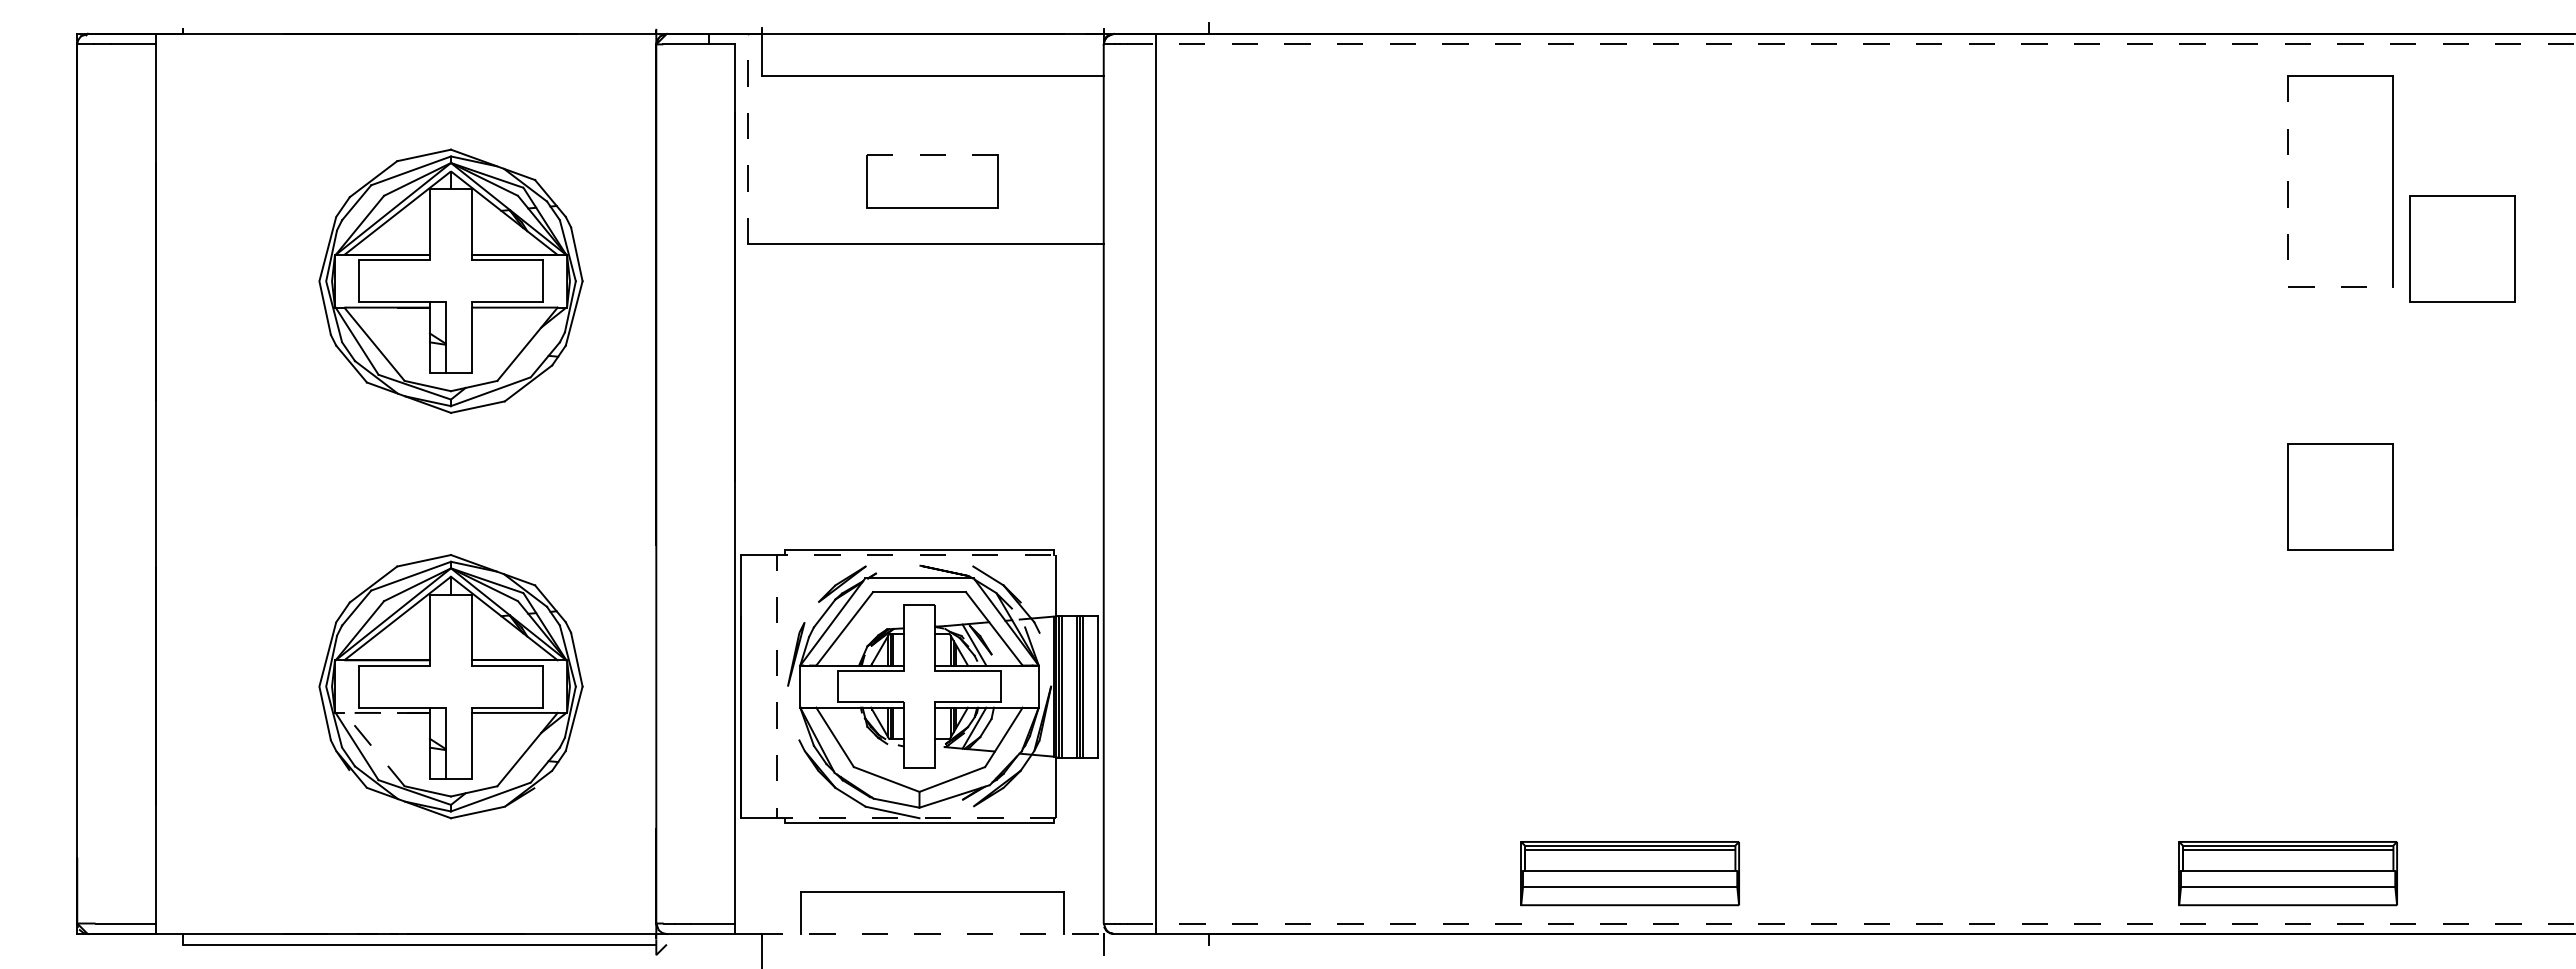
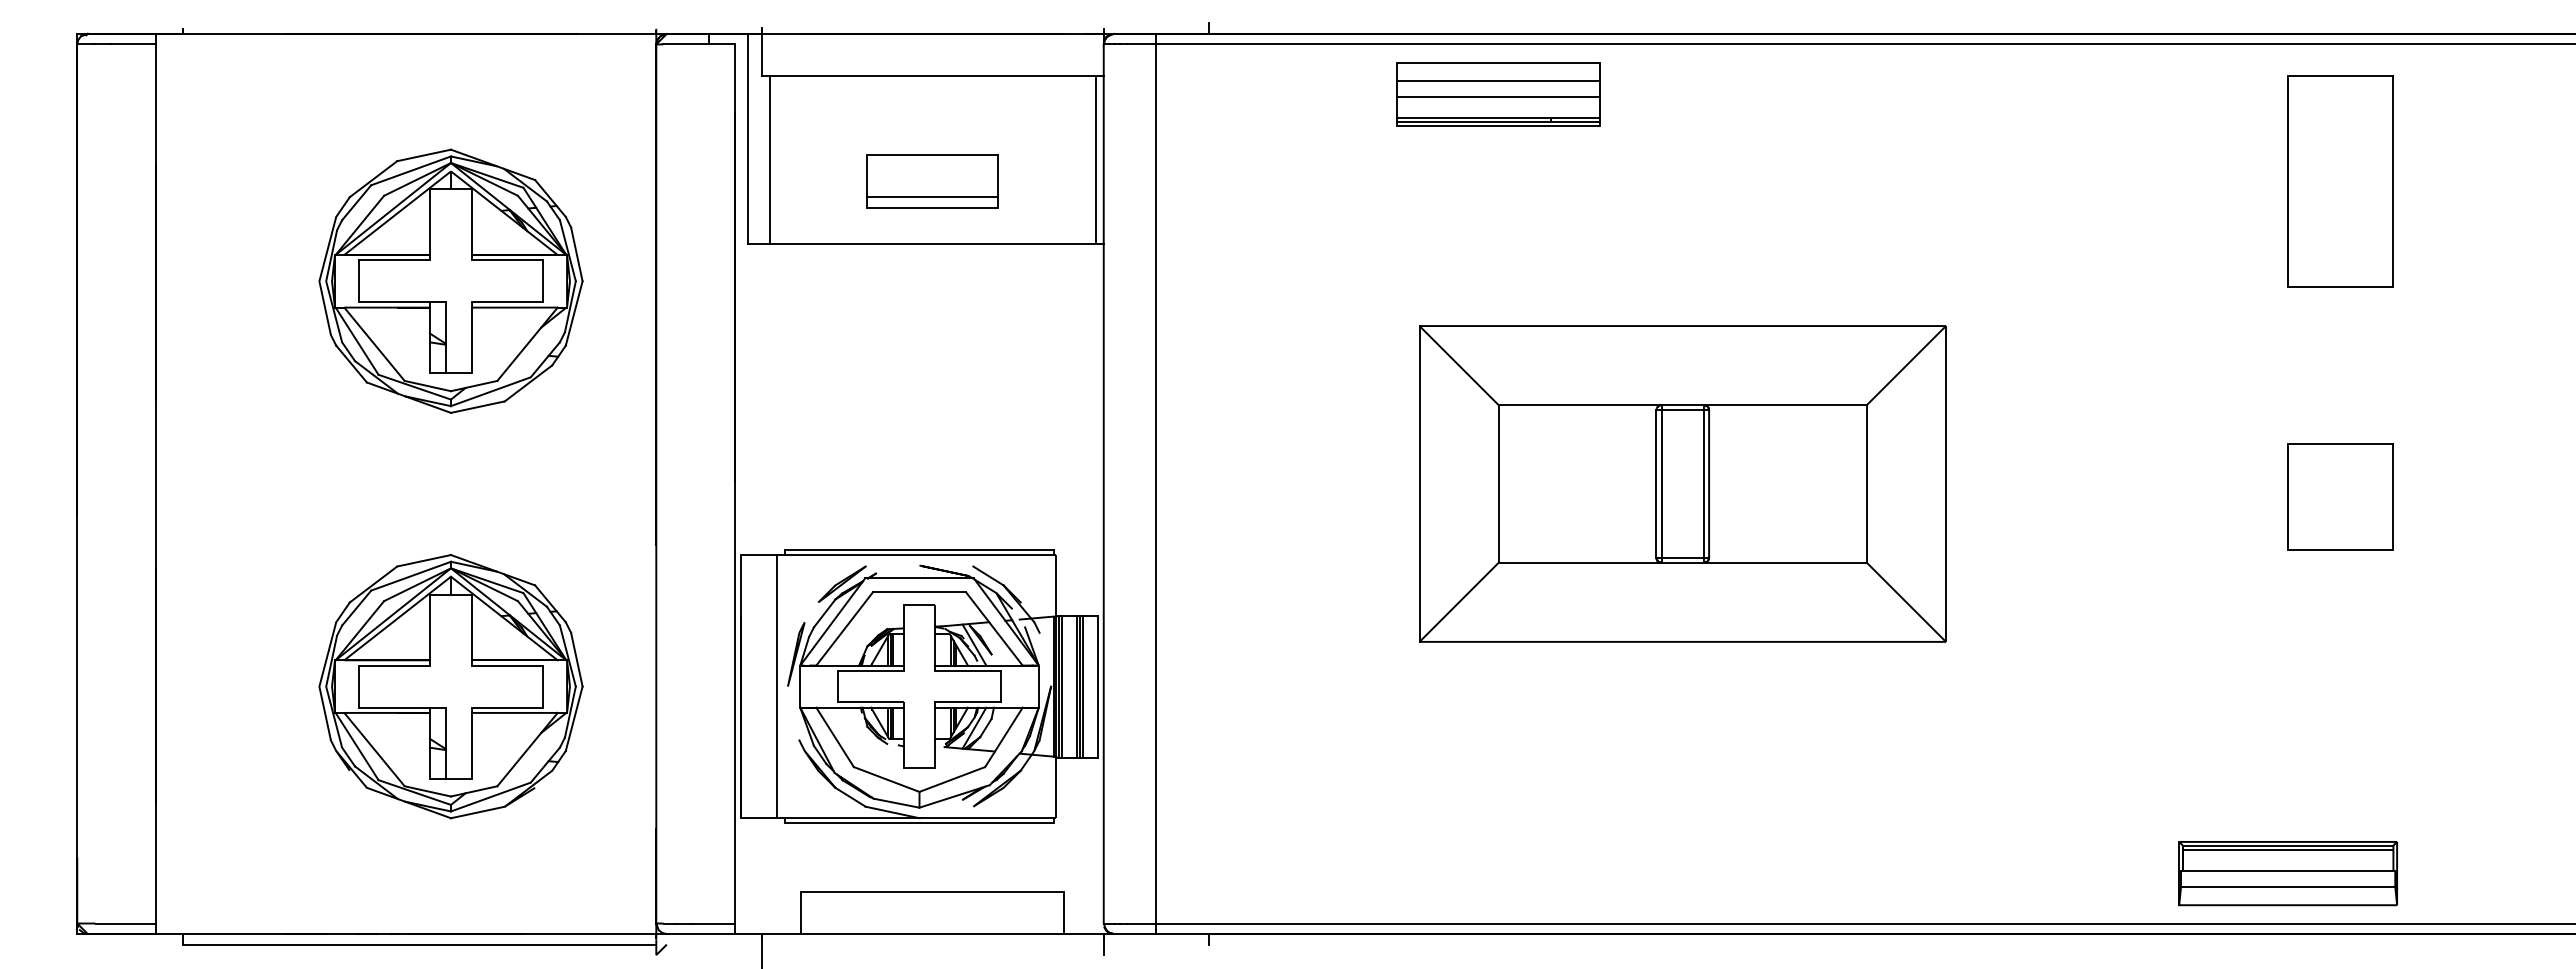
line at (1851, 44): dashed -> solid
part at (1498, 94): none -> present
line at (748, 138): dashed -> solid
line at (932, 154): dashed -> solid
line at (769, 160): none -> present
line at (1095, 160): none -> present
line at (932, 197): none -> present
line at (2288, 234): dashed -> solid
part at (2462, 248): present -> none
part at (1682, 483): none -> present
line at (777, 686): dashed -> solid
line at (346, 716): dashed -> solid
part at (1629, 873): present -> none
line at (1851, 923): dashed -> solid
line at (934, 934): dashed -> solid
